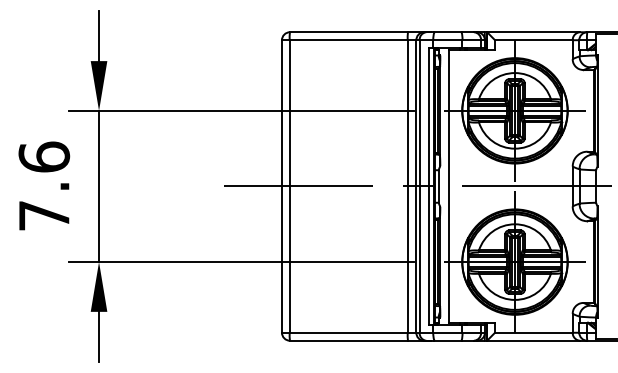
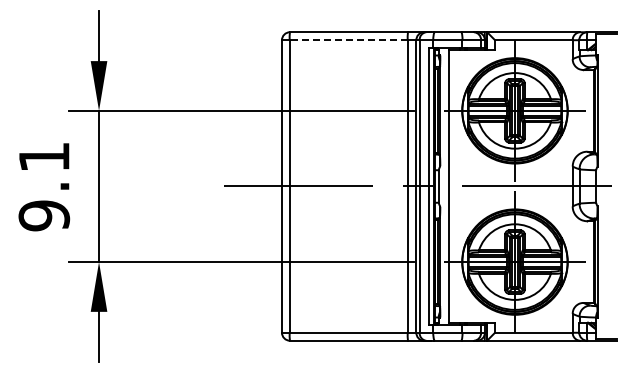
line at (348, 40): solid -> dashed
text at (44, 186): 7.6 -> 9.1
